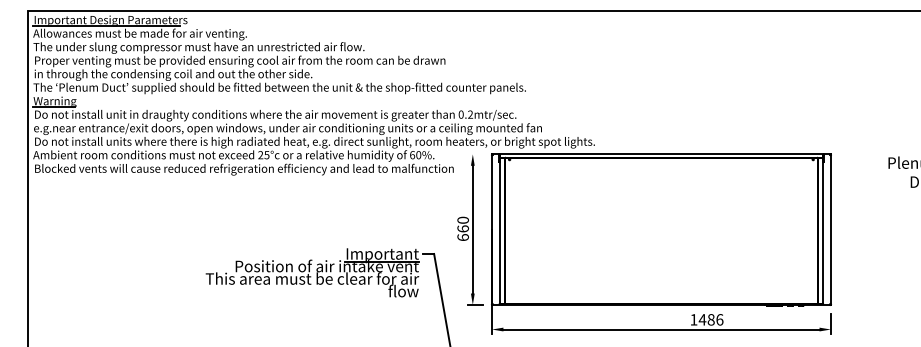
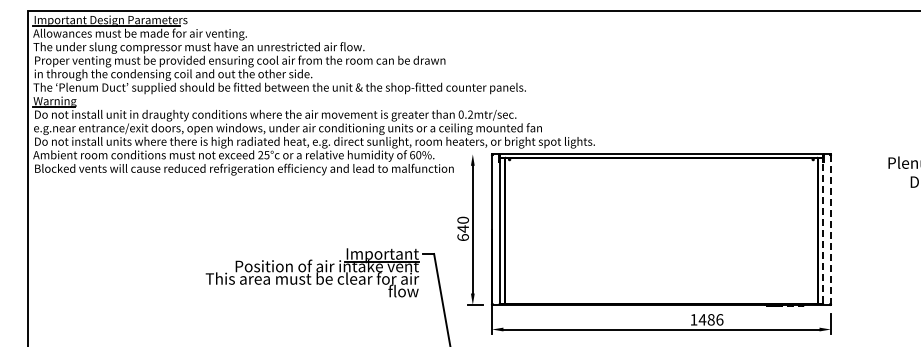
text at (462, 228): 660 -> 640
line at (830, 229): solid -> dashed
line at (823, 230): solid -> dashed
